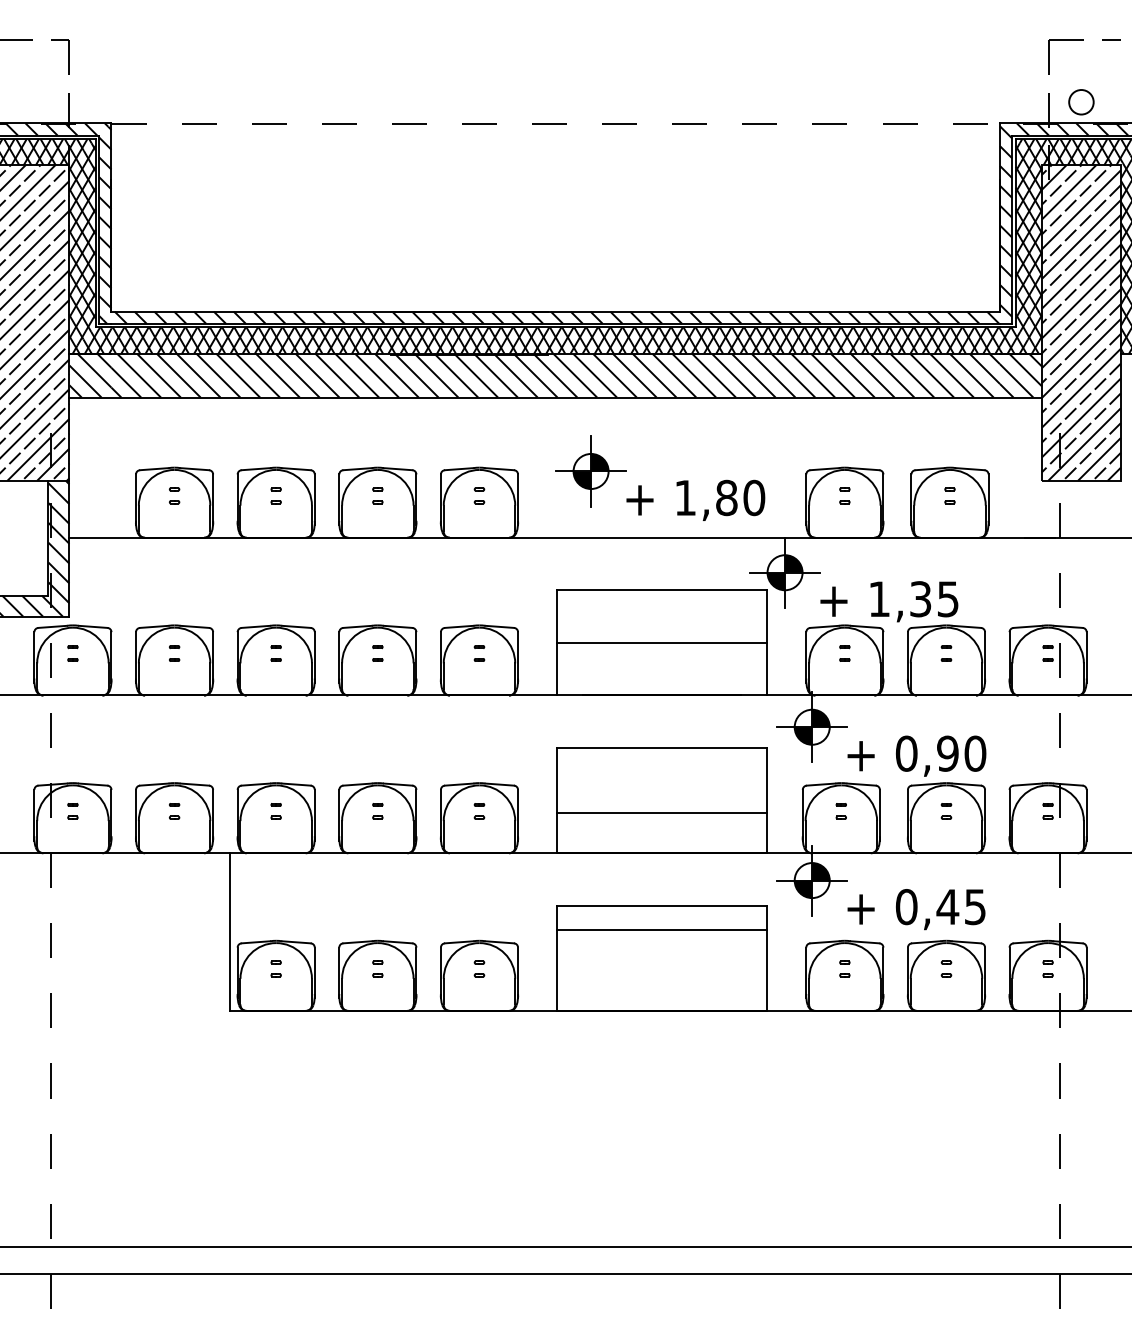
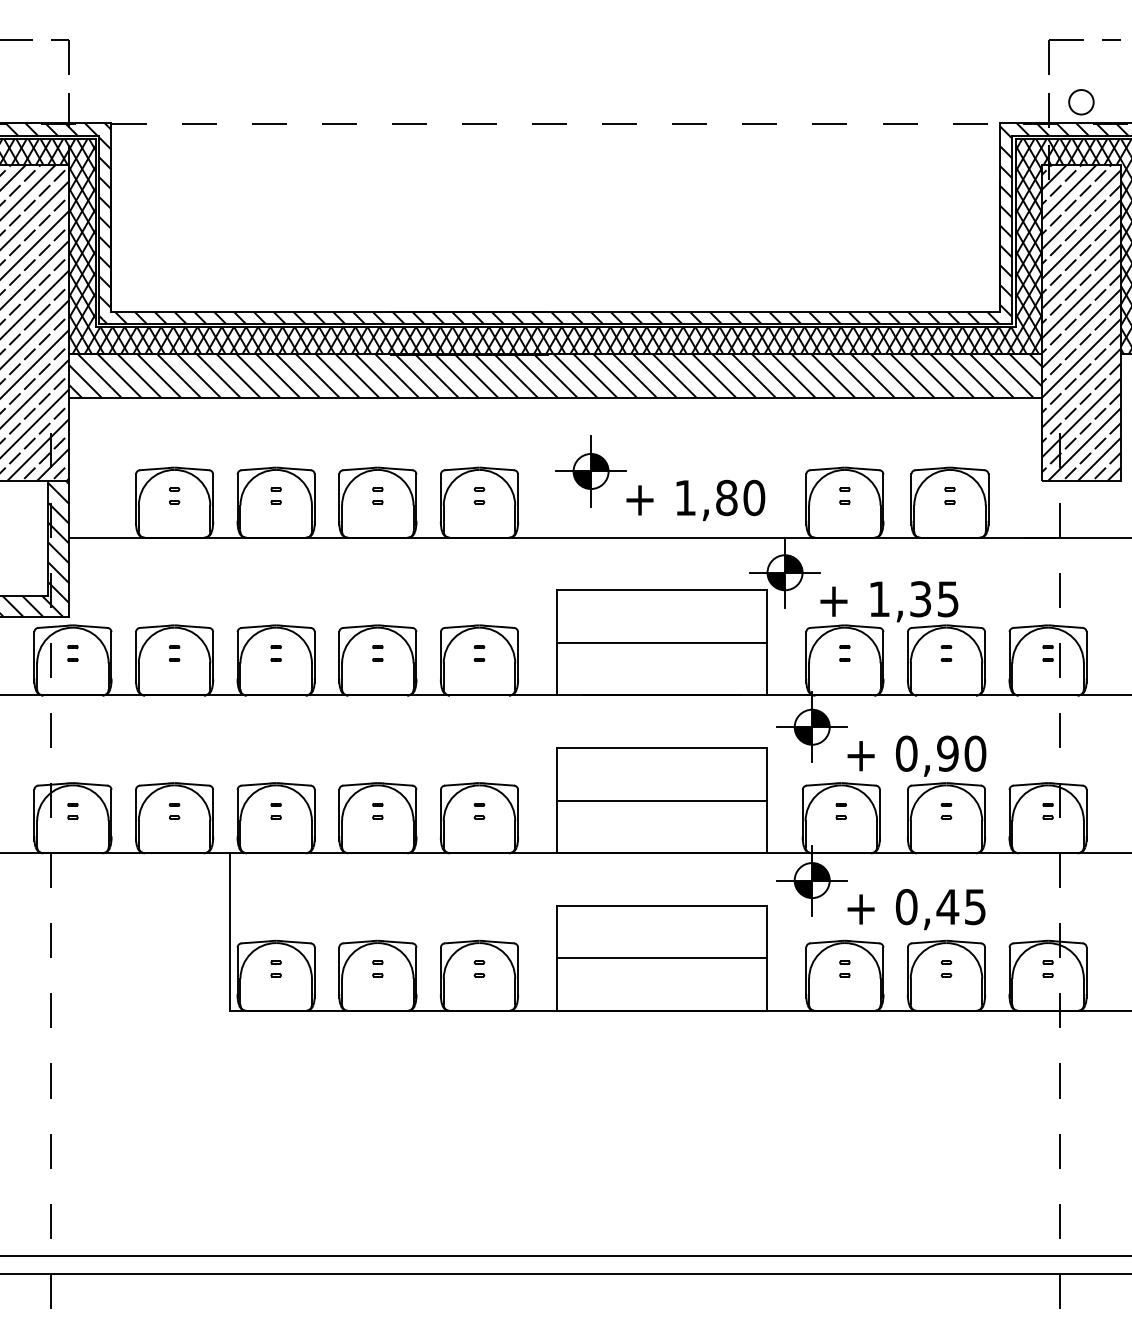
line at (661, 812) position: (661, 812) -> (661, 800)
line at (661, 930) position: (661, 930) -> (661, 958)
line at (565, 1247) position: (565, 1247) -> (565, 1256)
